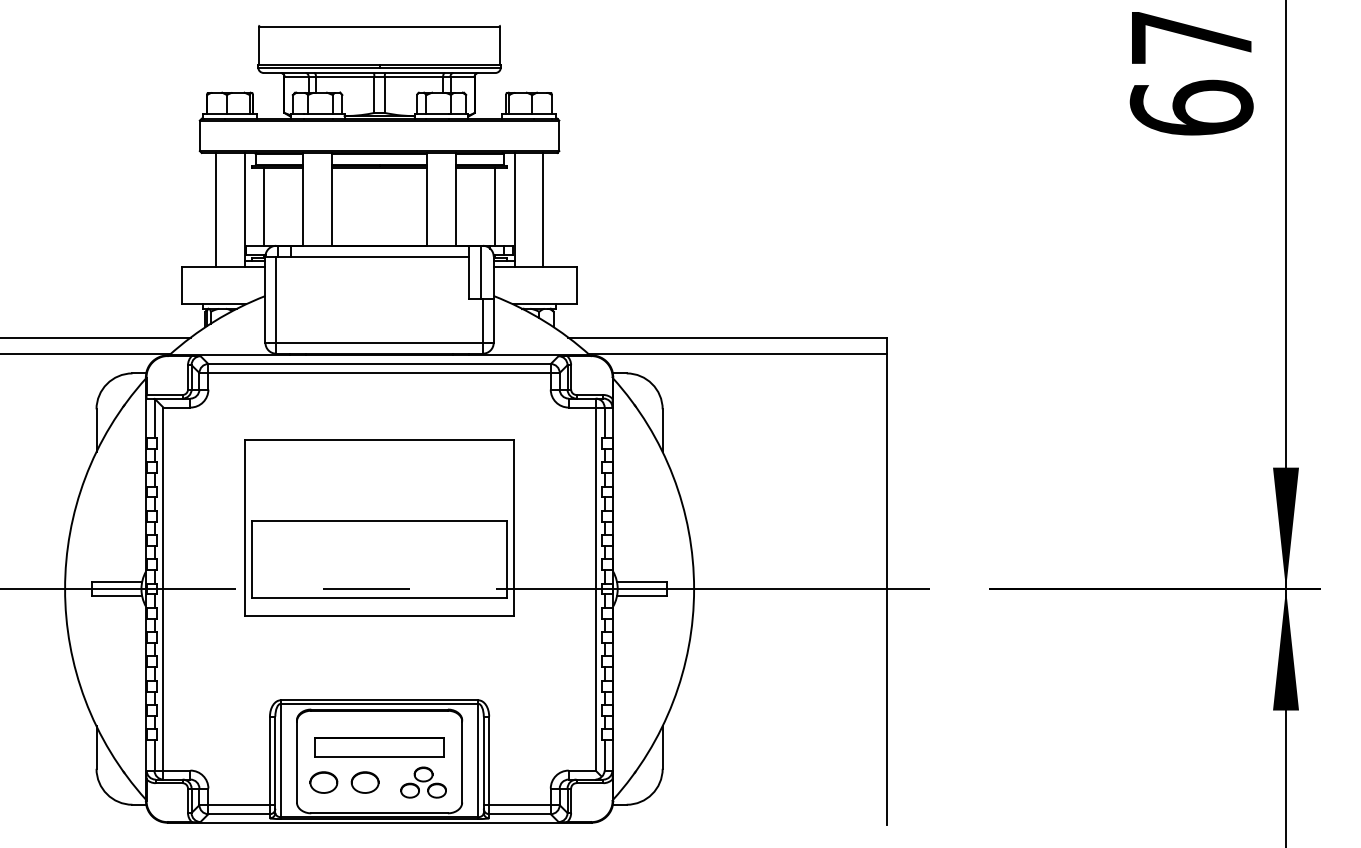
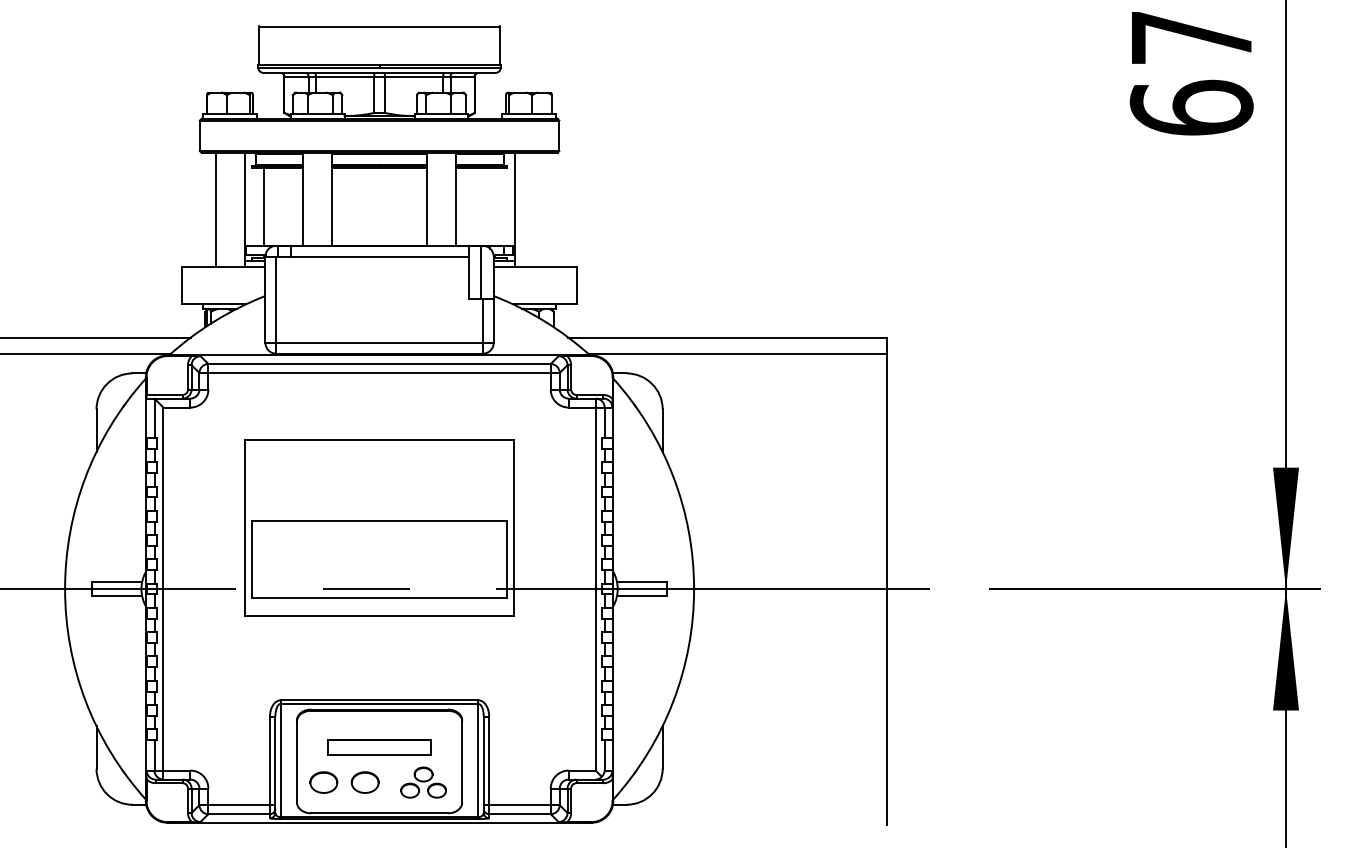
line at (495, 206): present -> none
line at (543, 209): present -> none
part at (379, 747) size: 131x21 px -> 105x17 px
